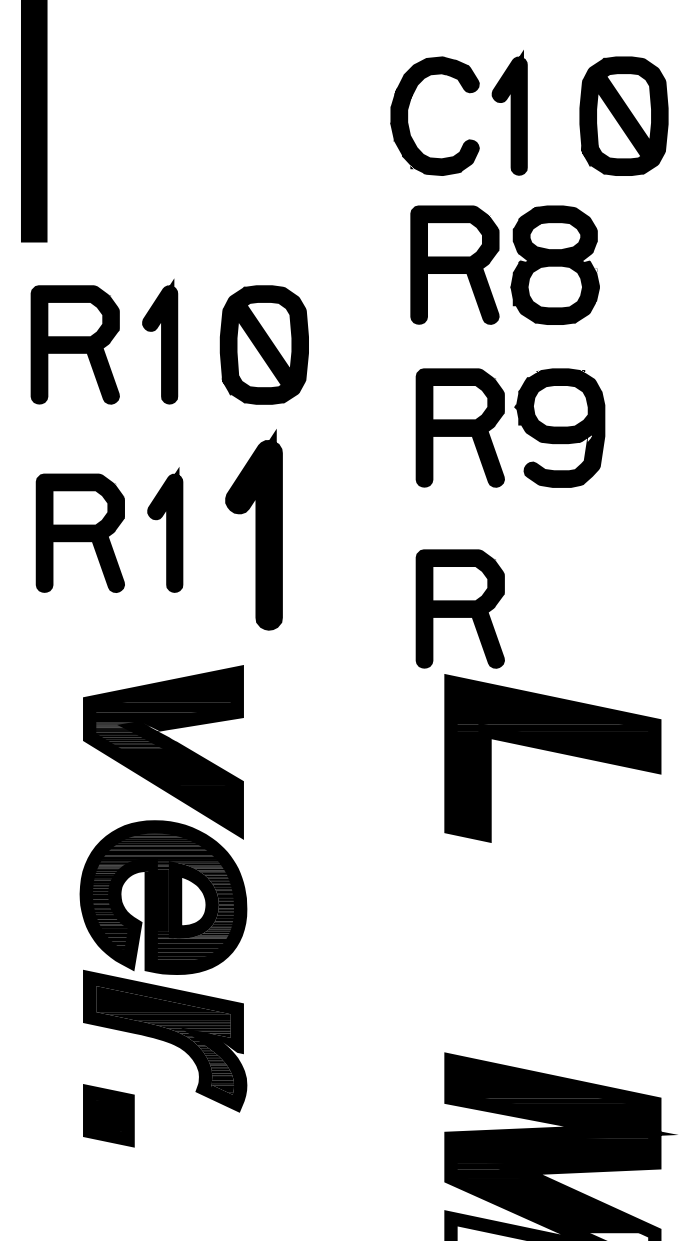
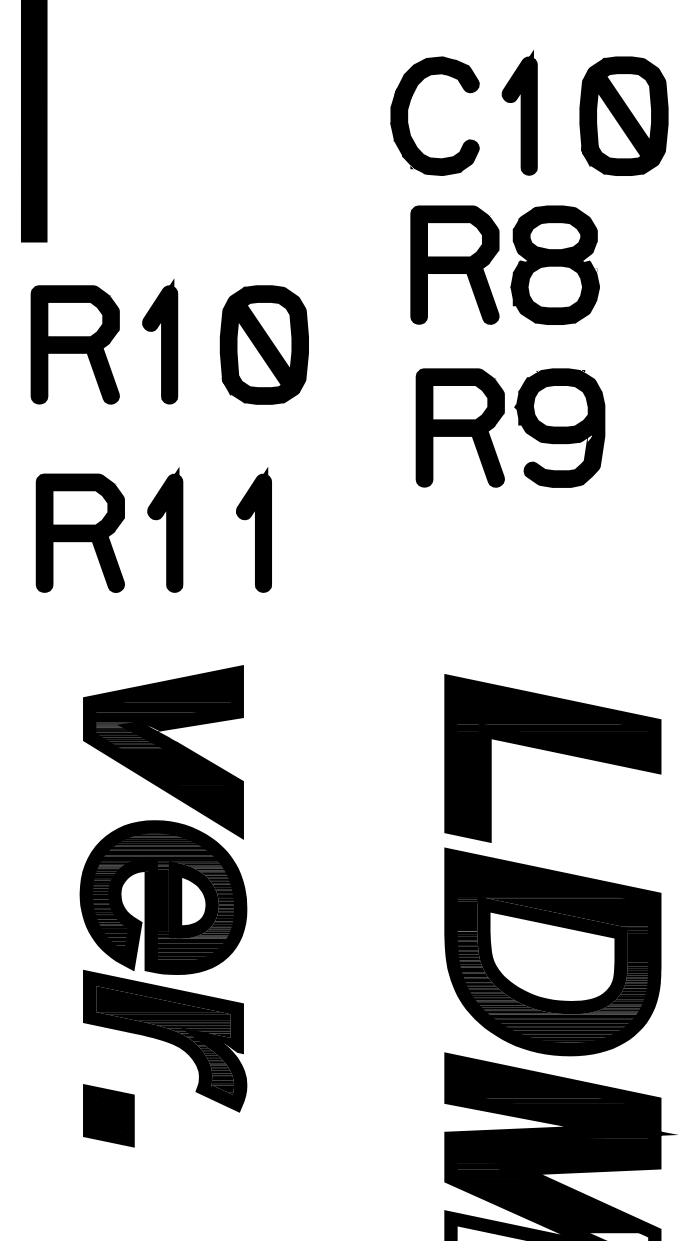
part at (509, 112) position: (509, 112) -> (519, 112)
part at (253, 529) size: 58x202 px -> 36x126 px
part at (459, 608): present -> none
part at (552, 951): none -> present
